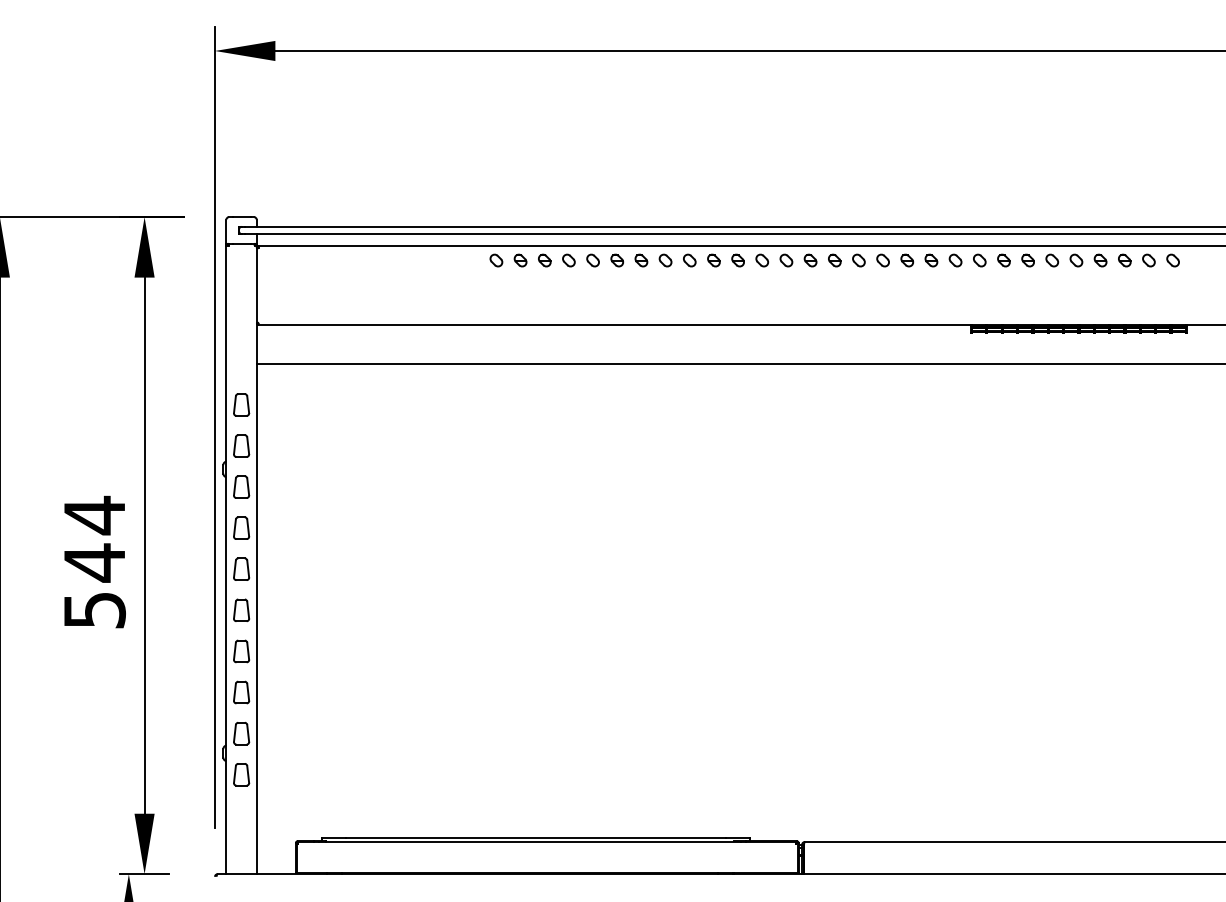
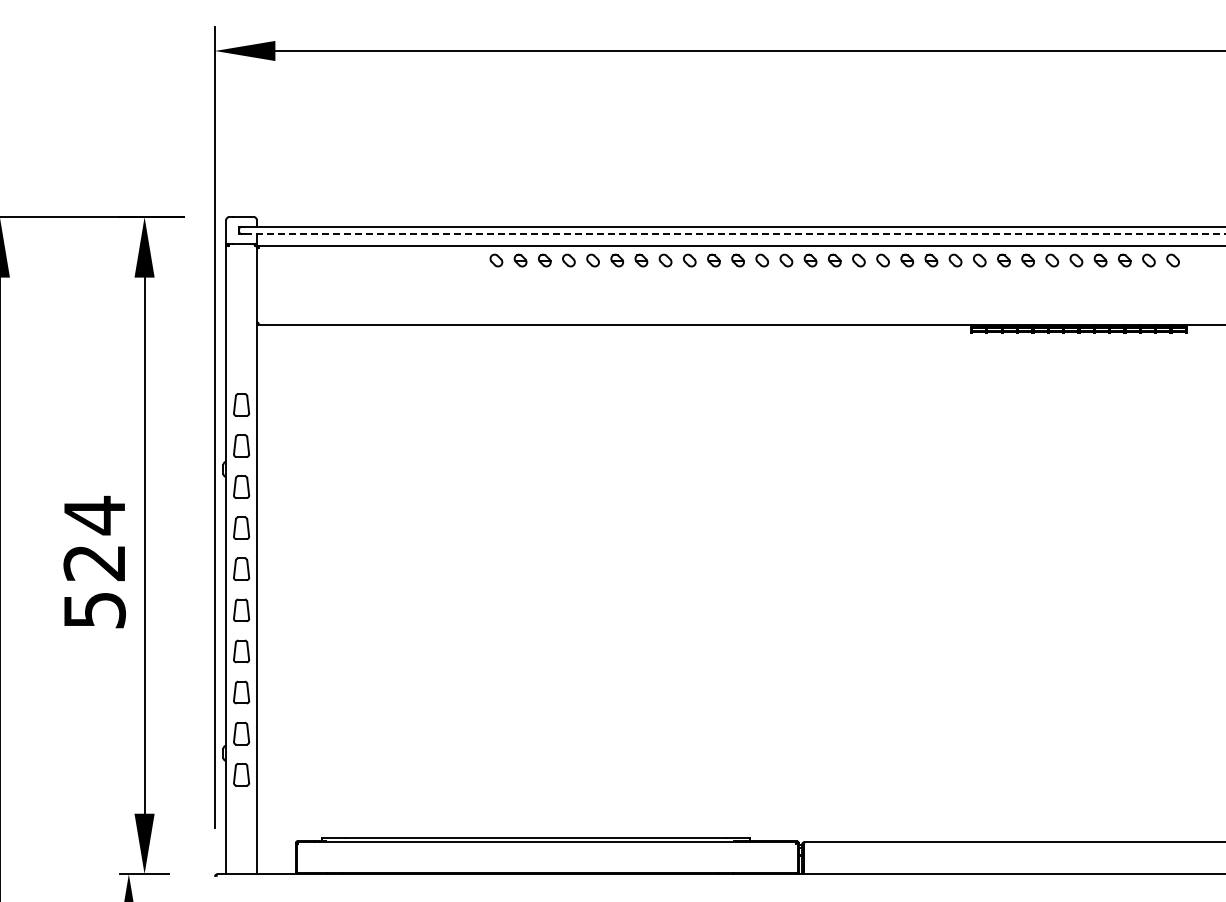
line at (735, 234): solid -> dashed
line at (739, 364): present -> none
text at (93, 562): 544 -> 524
